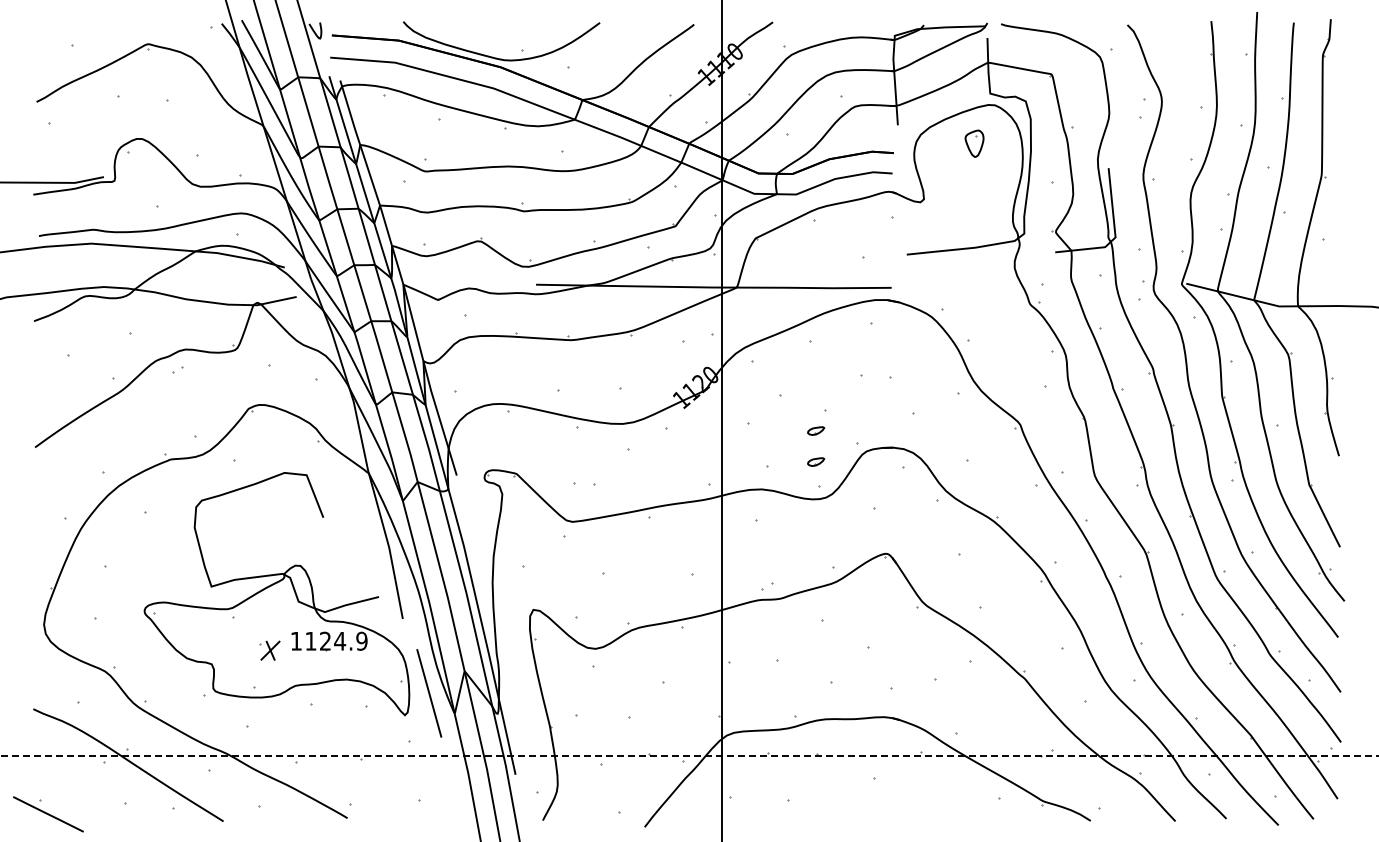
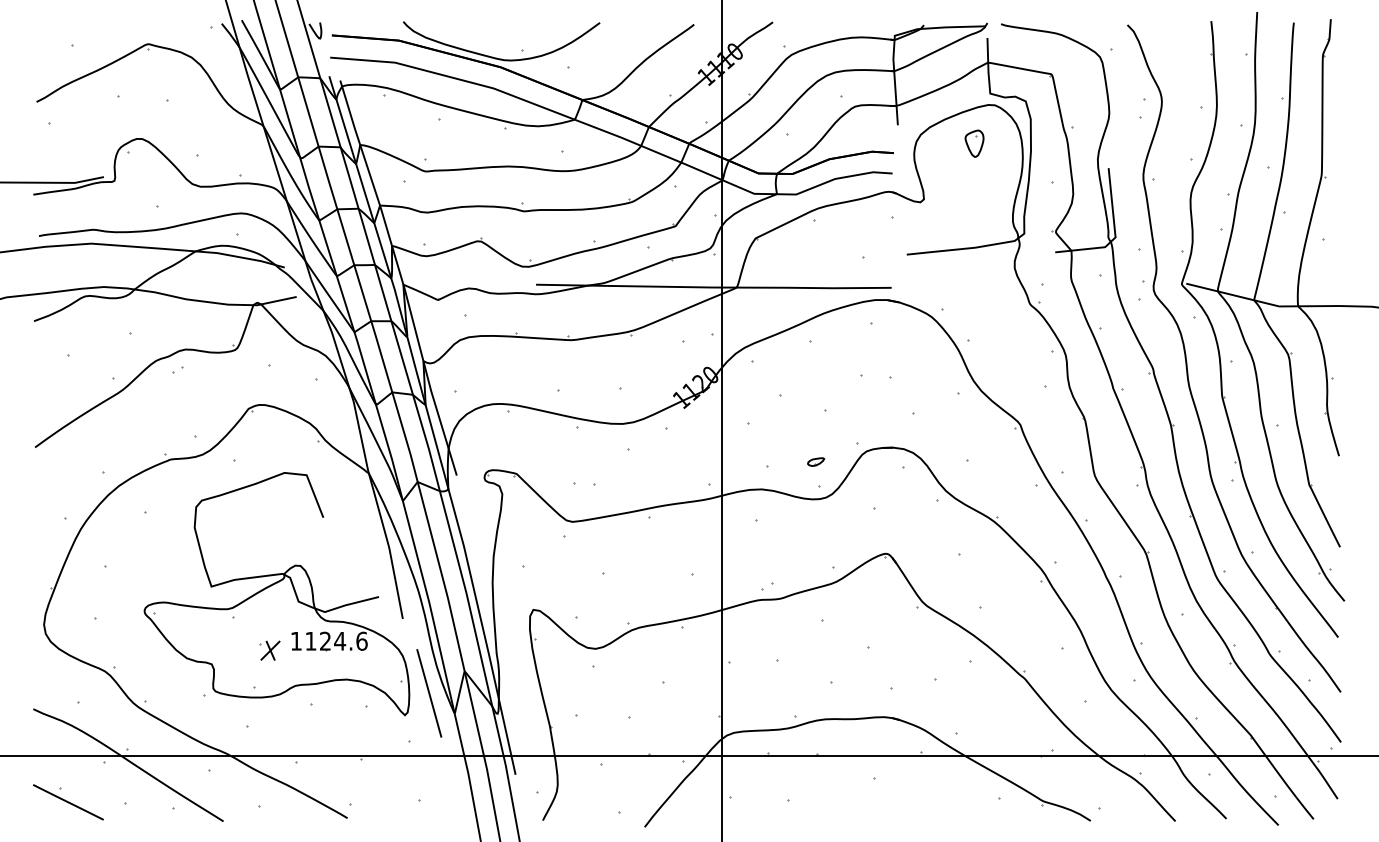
part at (816, 430): present -> none
text at (361, 640): 1124.9 -> 1124.6
line at (689, 755): dashed -> solid
part at (48, 814) position: (48, 814) -> (68, 802)
